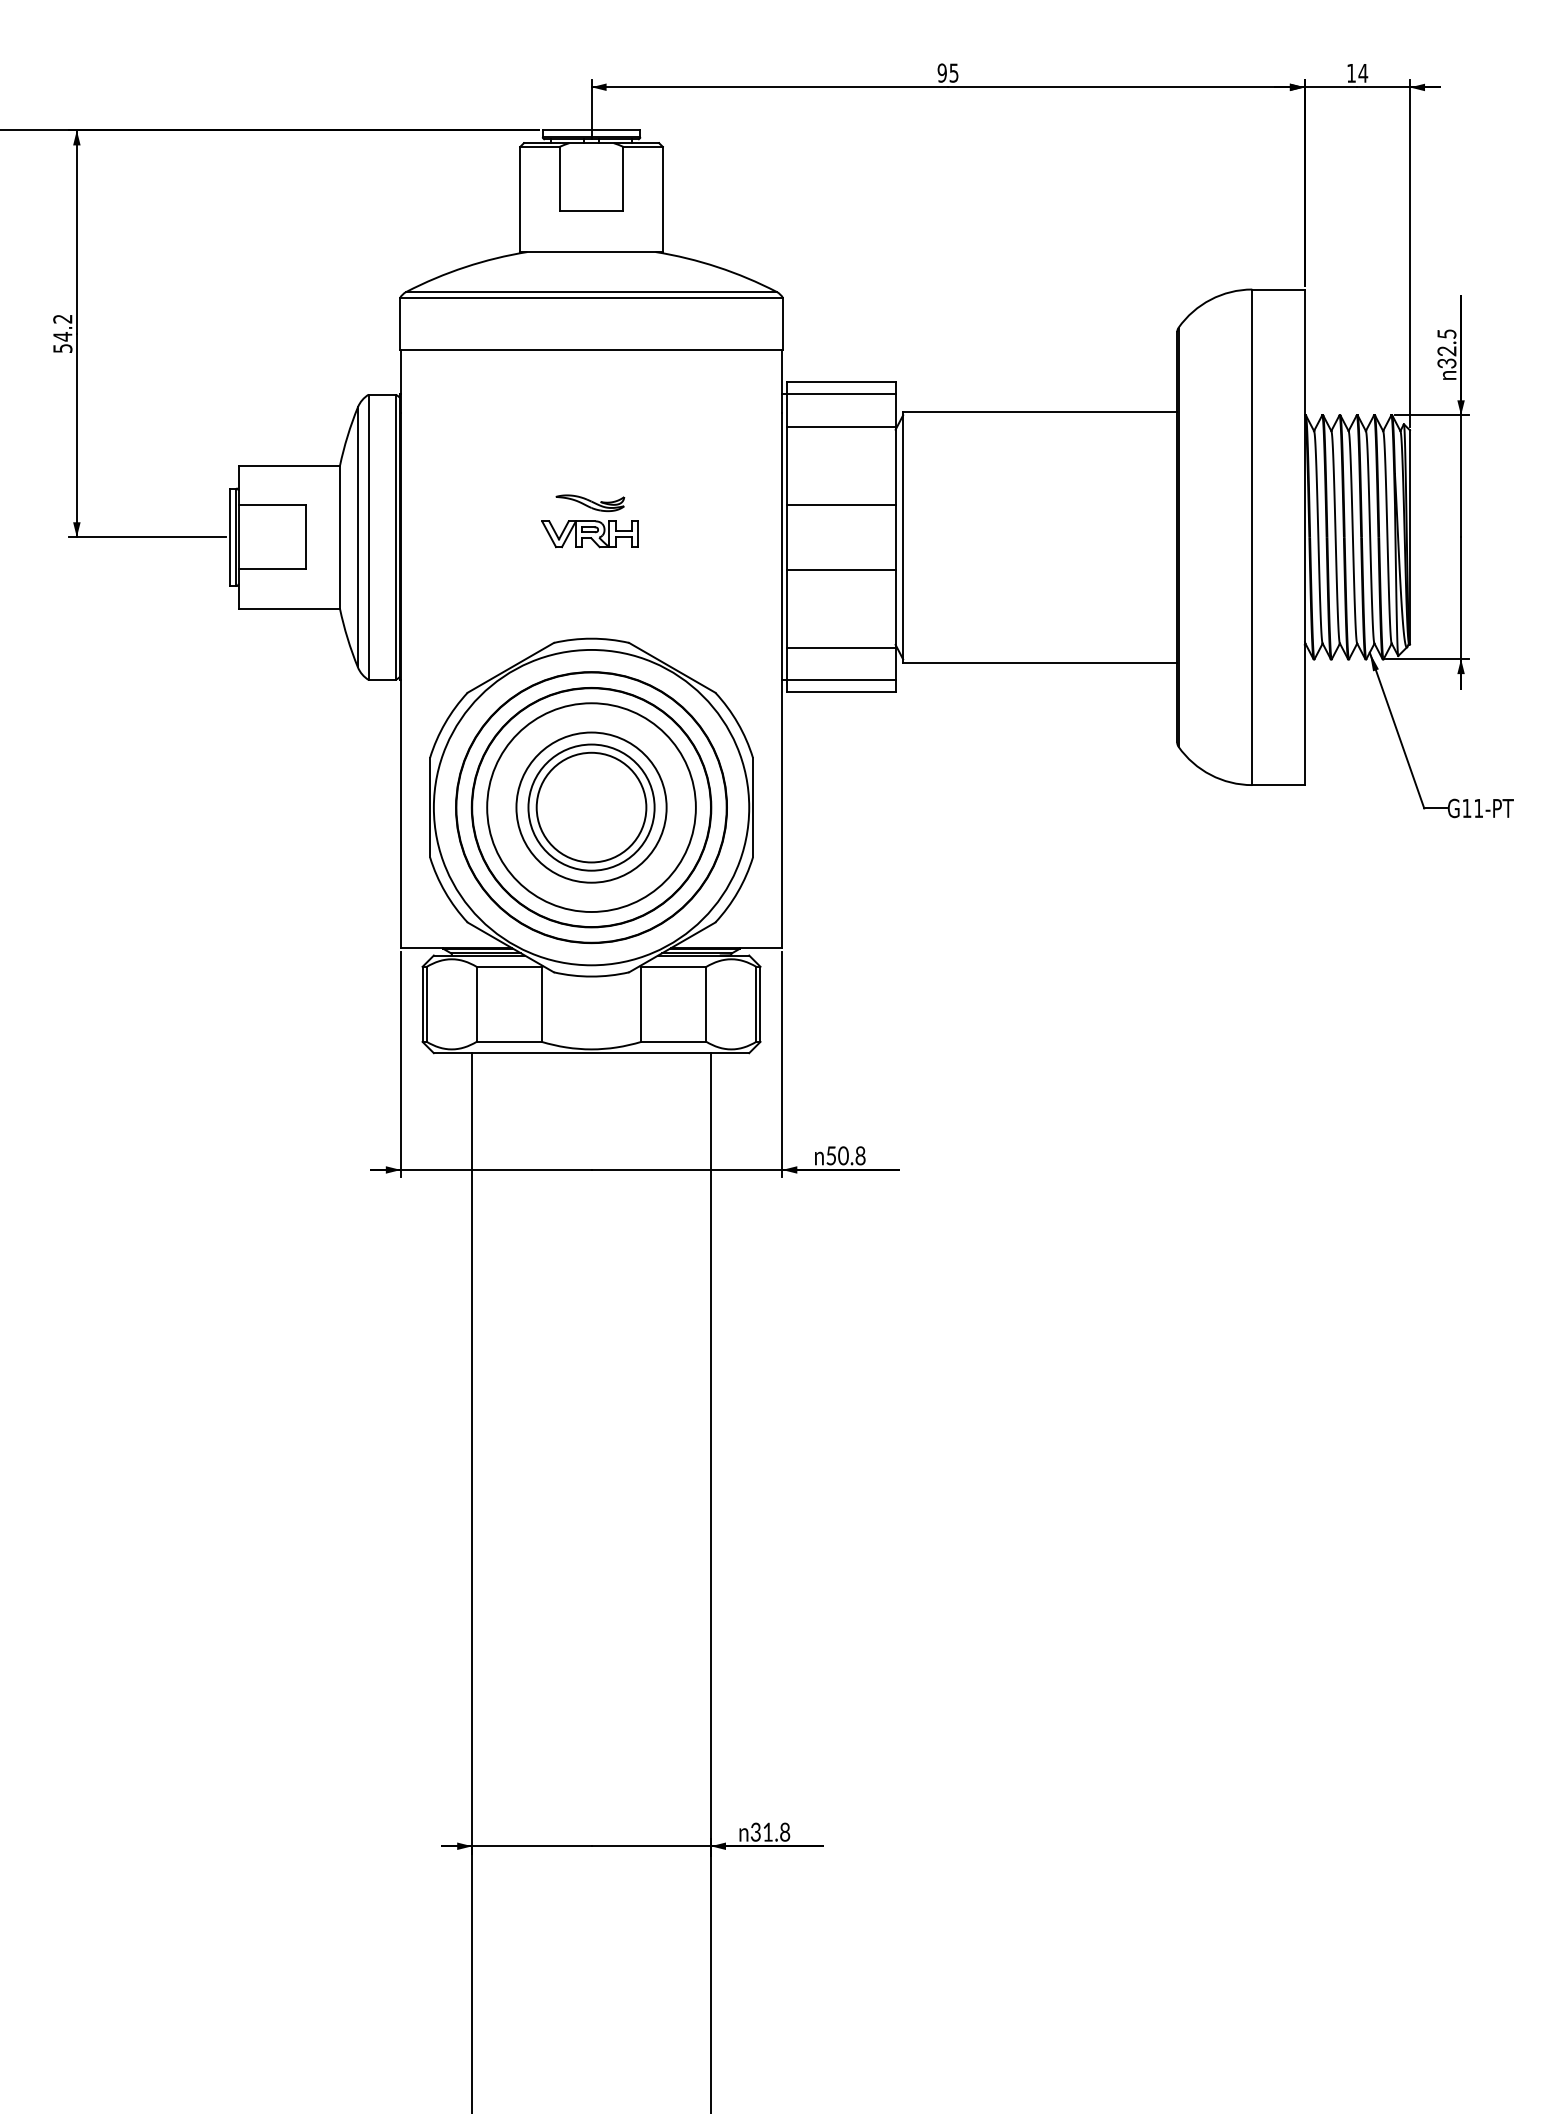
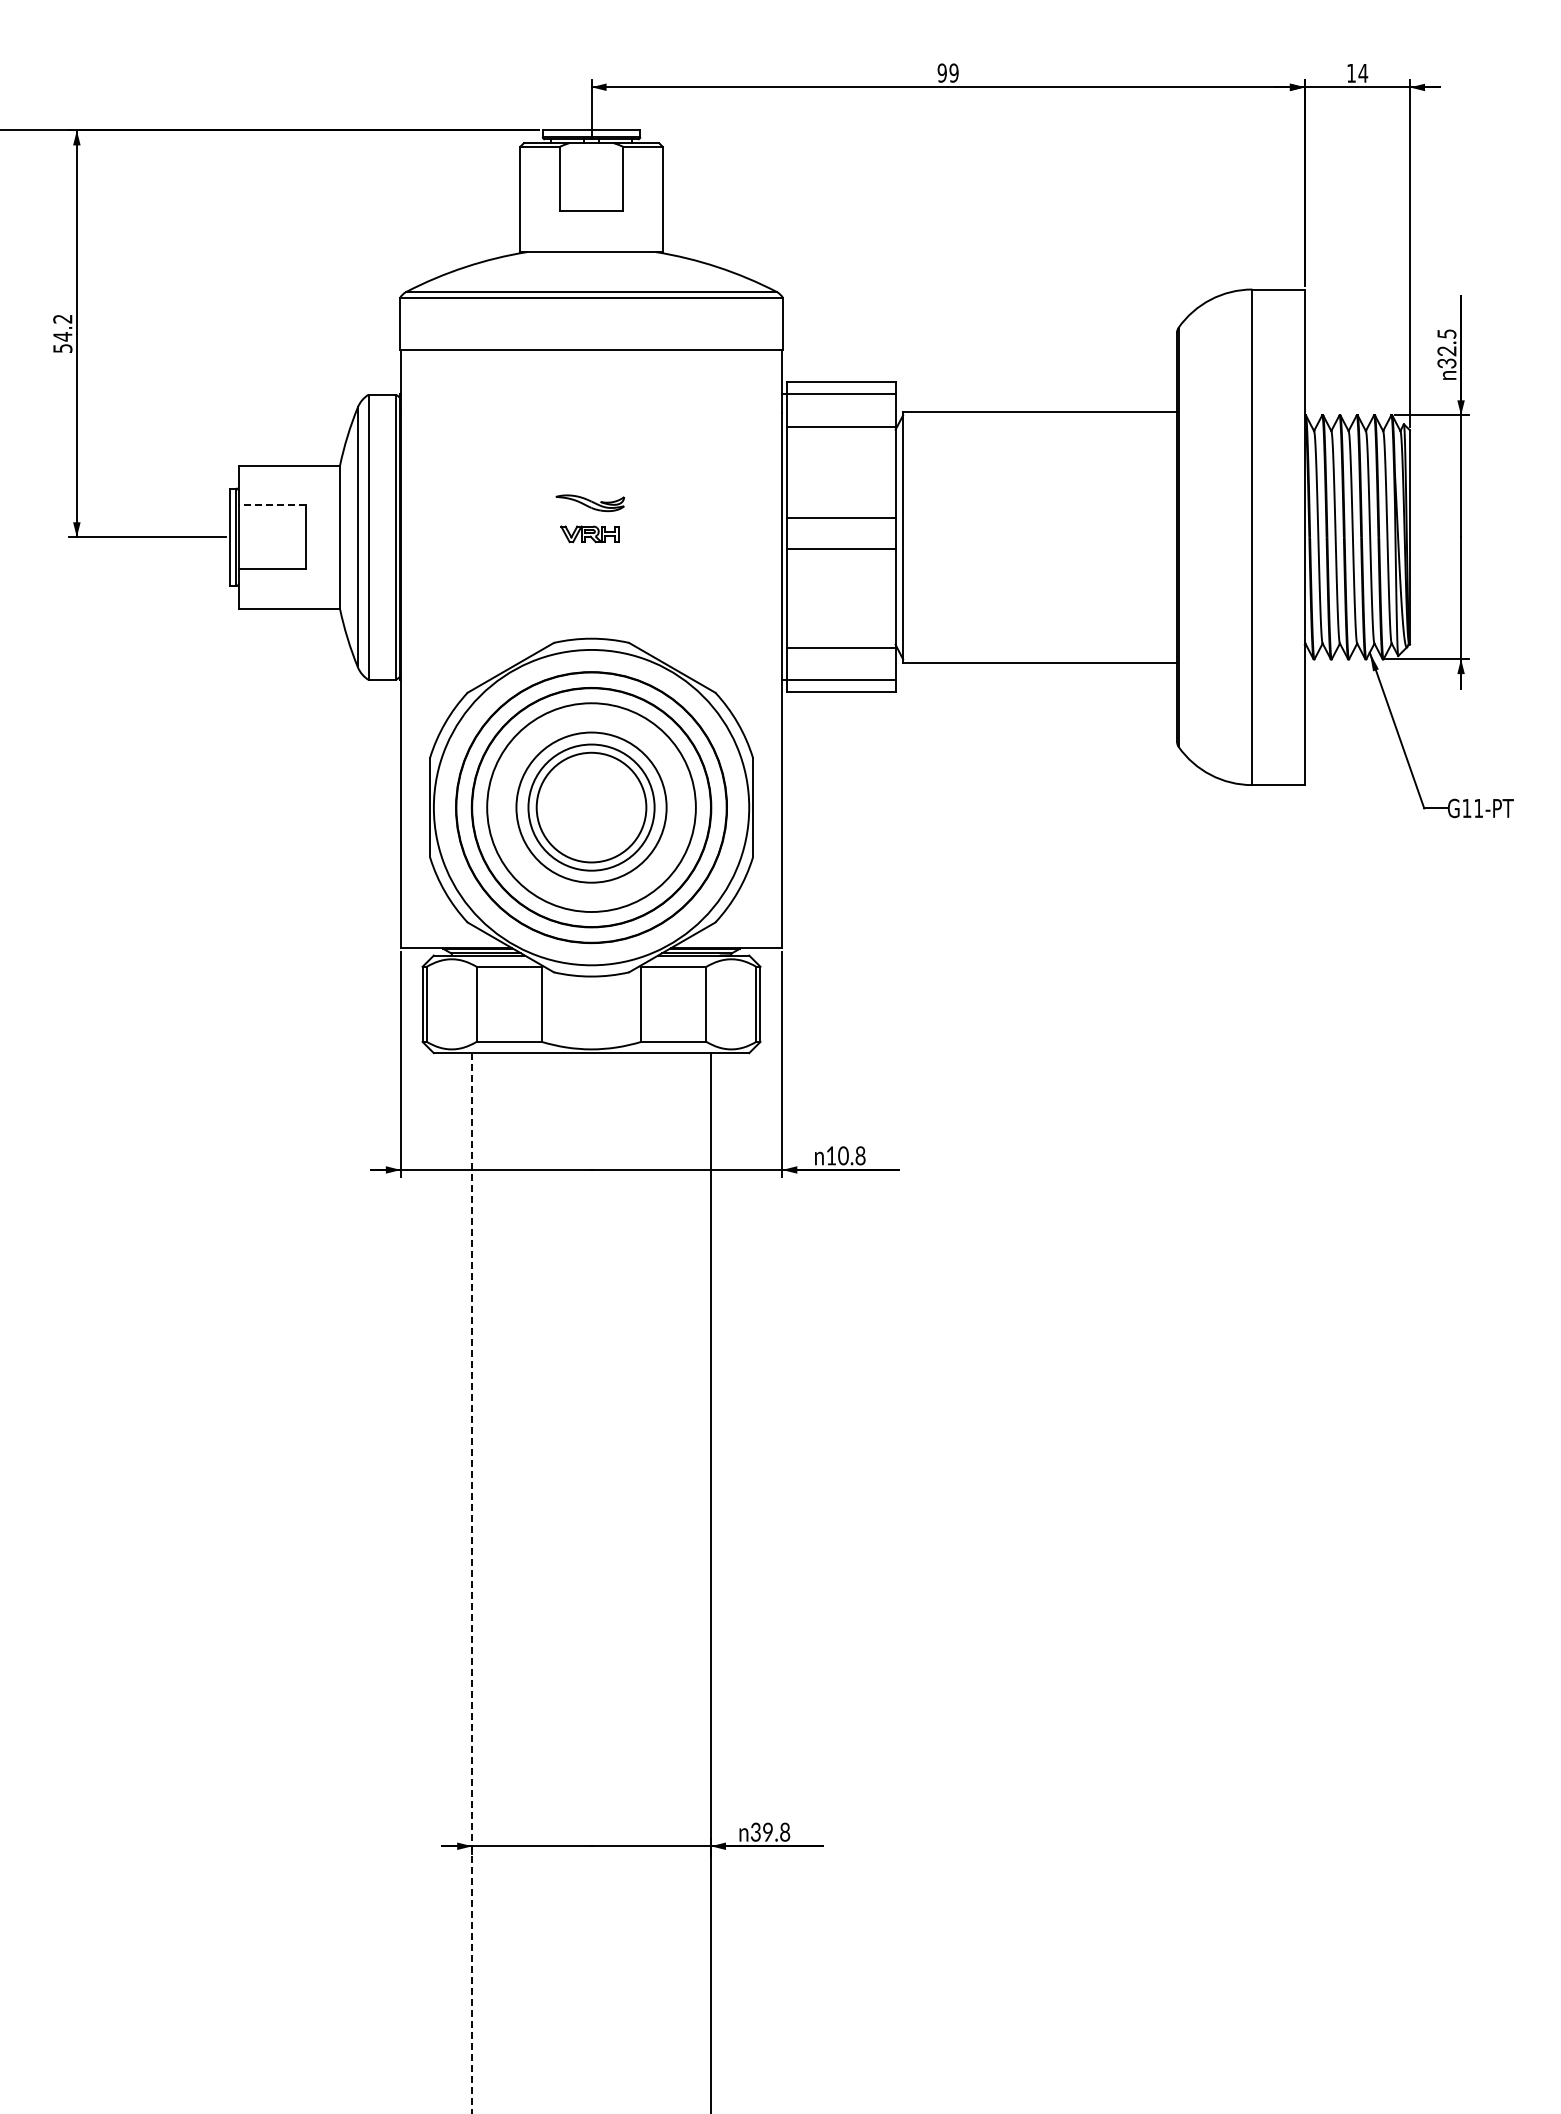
text at (953, 72): 95 -> 99
line at (840, 504) position: (840, 504) -> (840, 517)
line at (272, 505): solid -> dashed
part at (589, 534) size: 98x29 px -> 60x19 px
line at (840, 569) position: (840, 569) -> (840, 548)
text at (830, 1155): 50.8 -> 10.8
line at (472, 1583): solid -> dashed
text at (767, 1831): 31.8 -> 39.8
